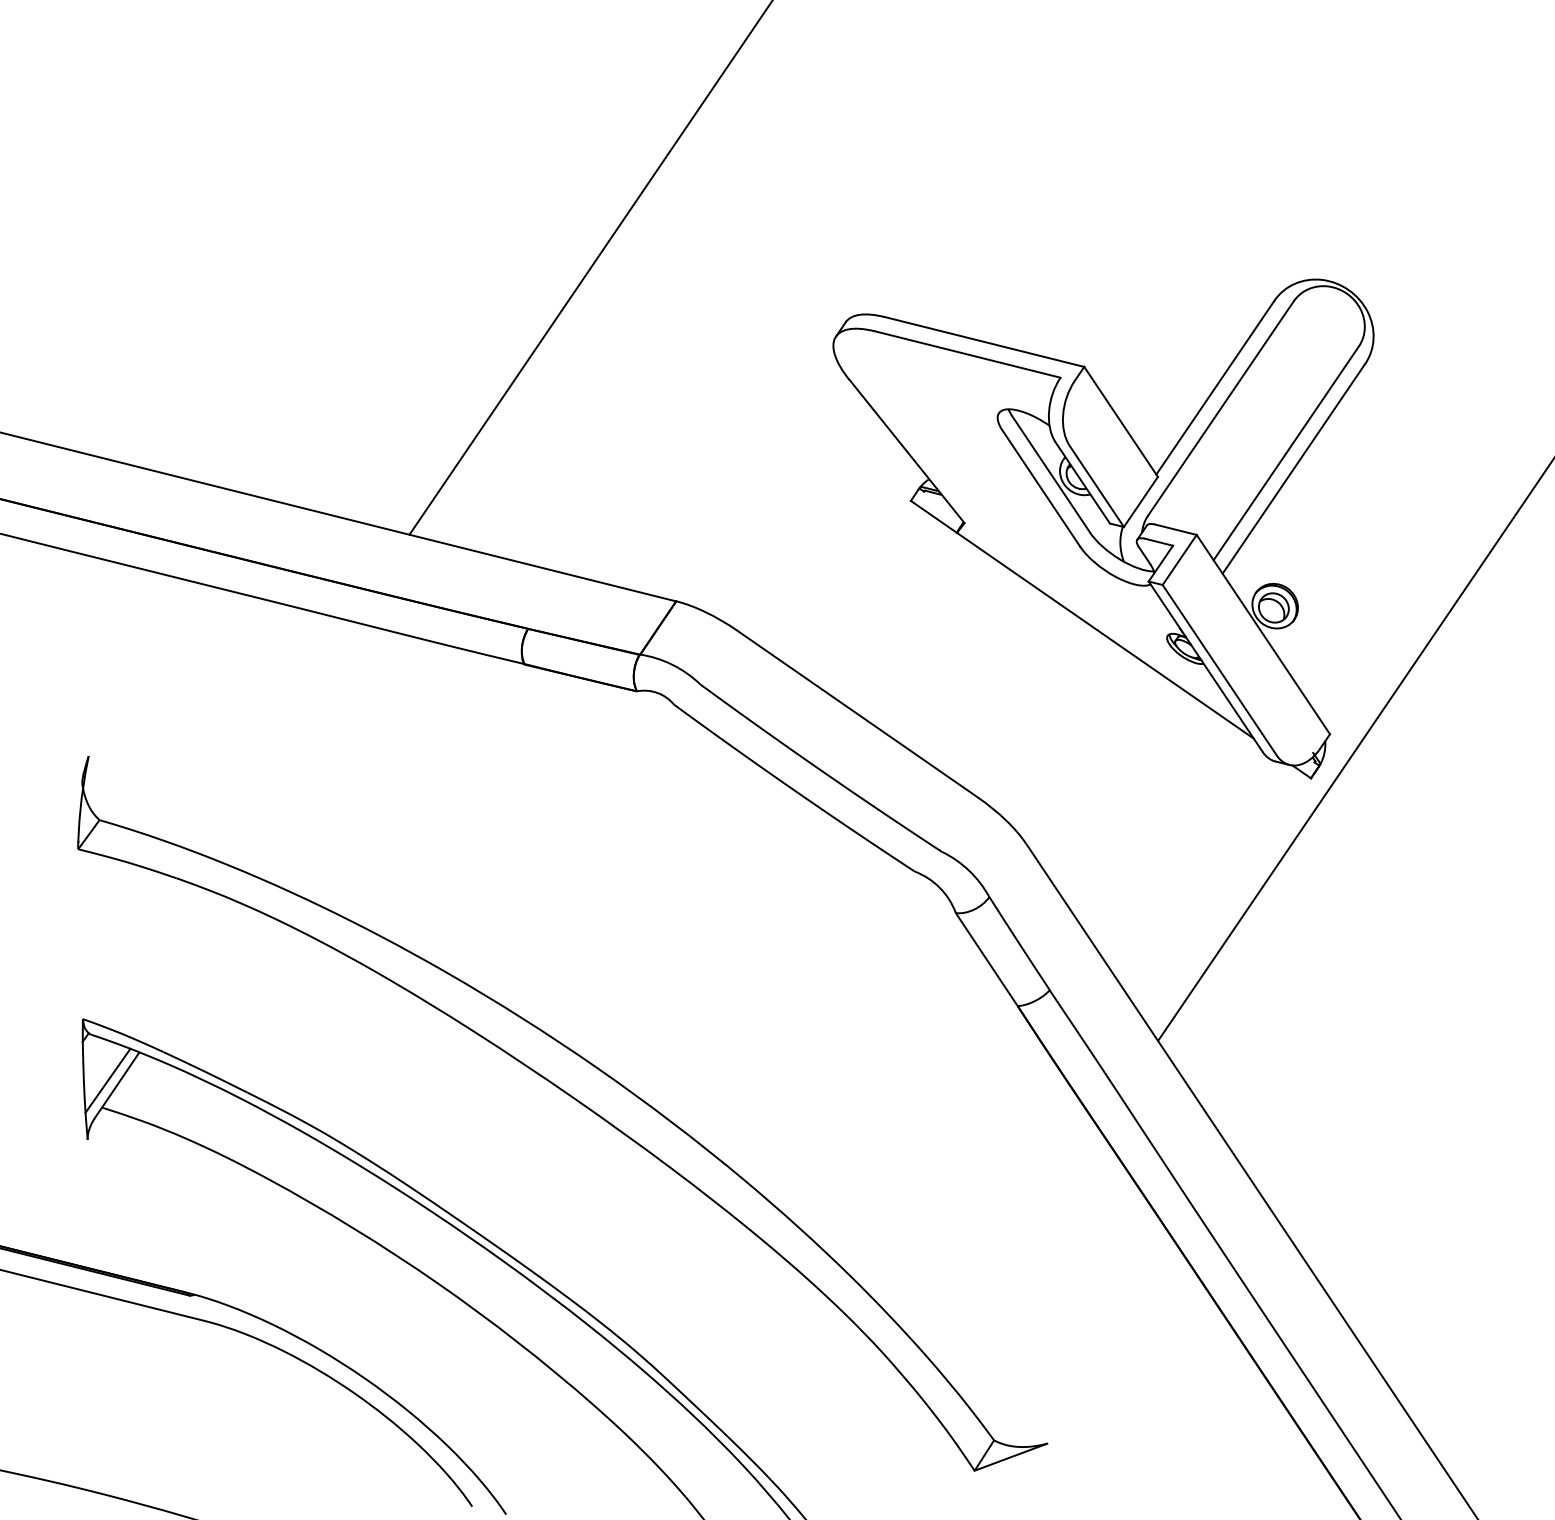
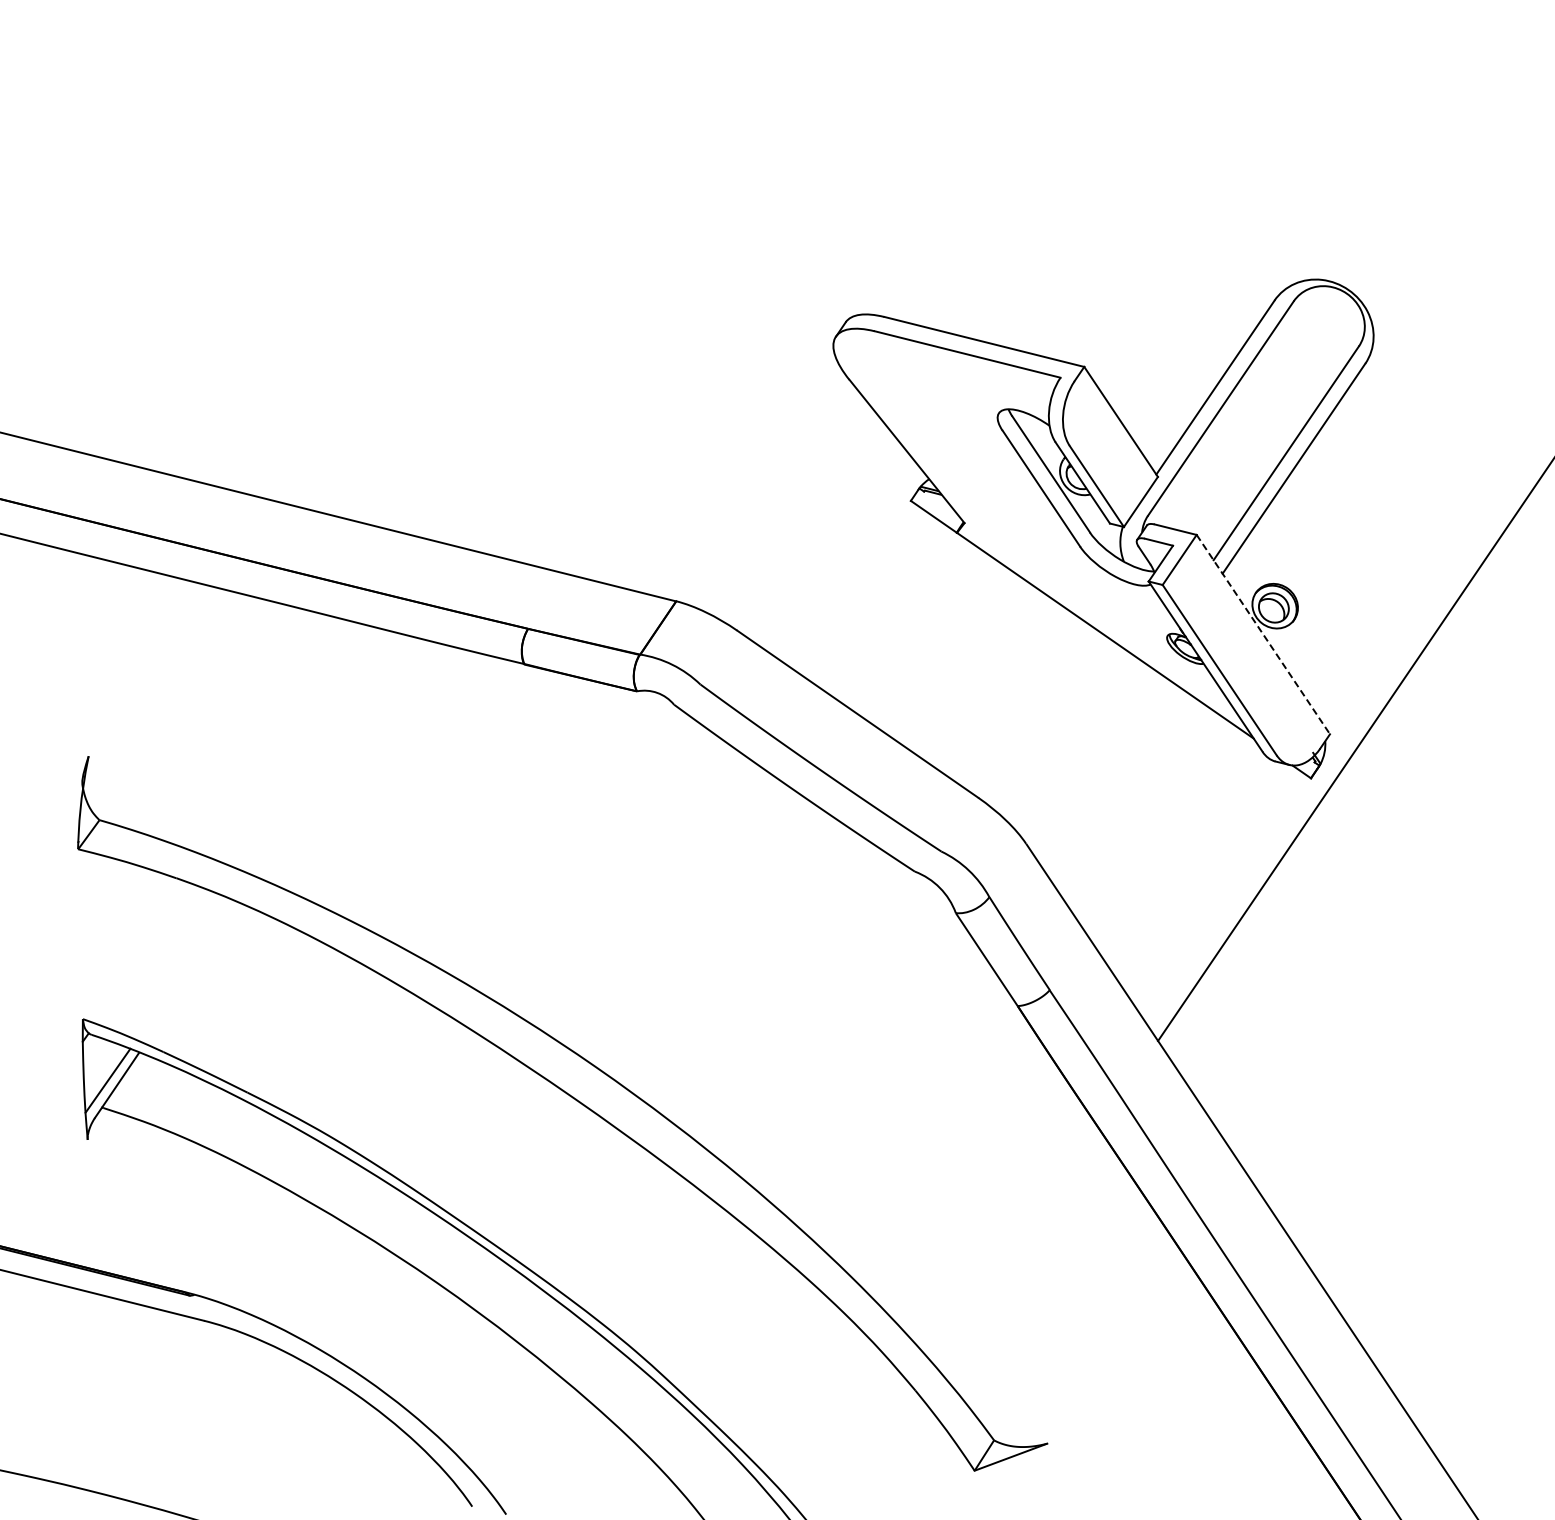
line at (590, 268): present -> none
line at (1263, 634): solid -> dashed
